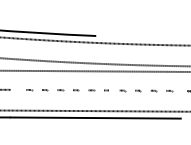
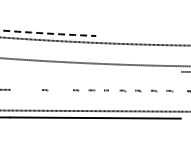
arc at (47, 33): solid -> dashed
line at (91, 70): present -> none
line at (29, 90): present -> none
line at (60, 90): present -> none
